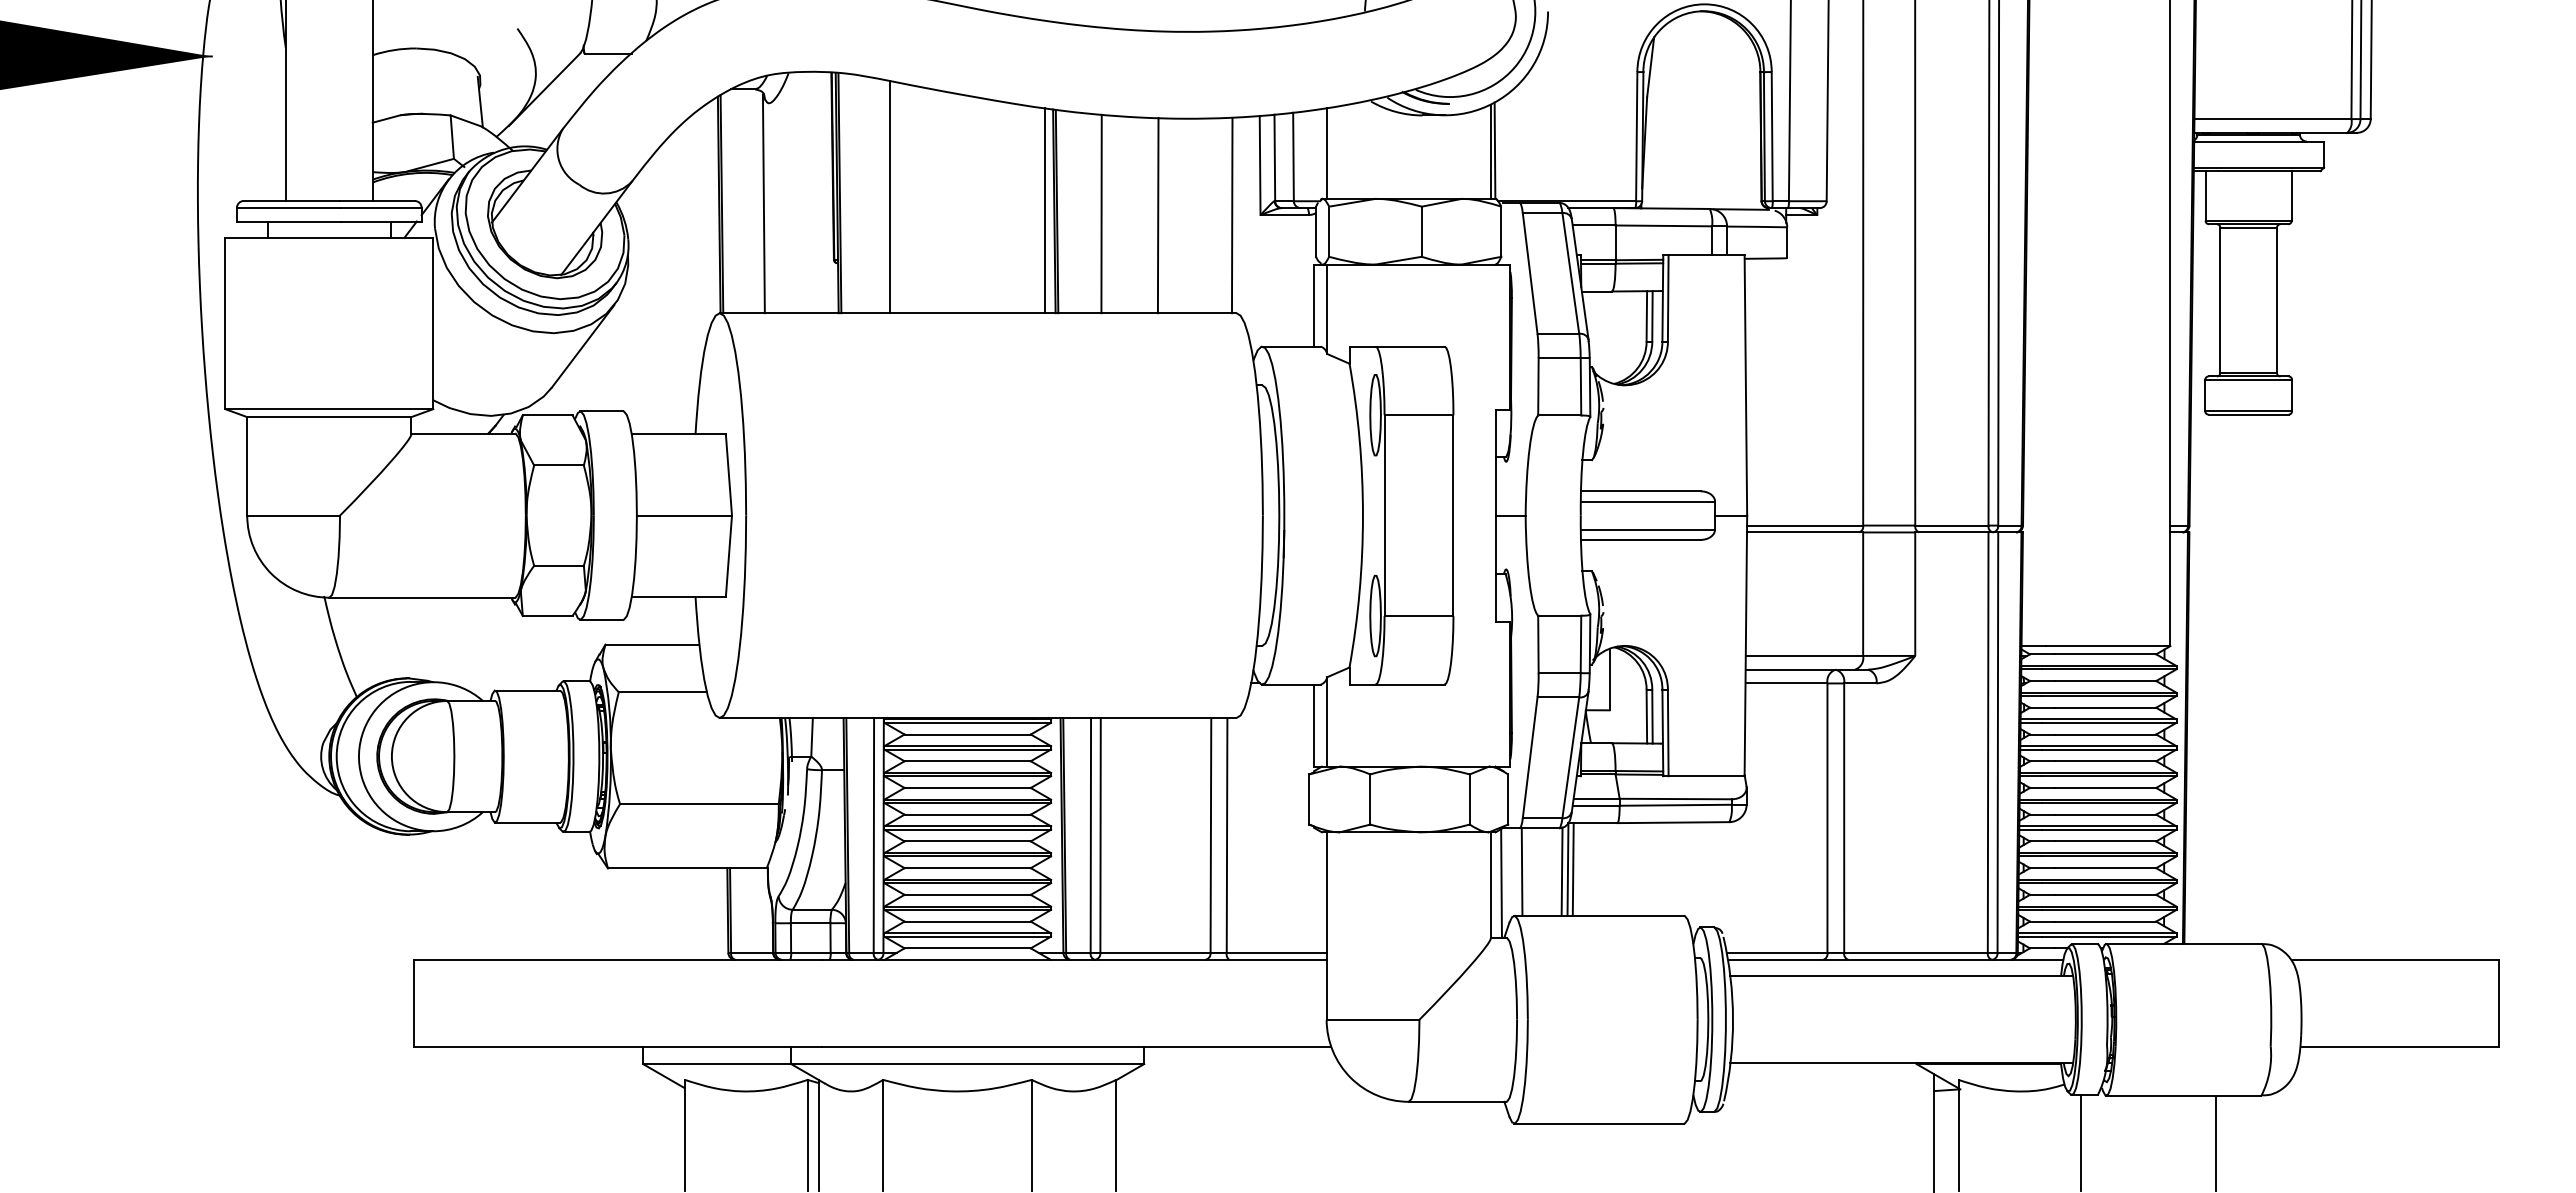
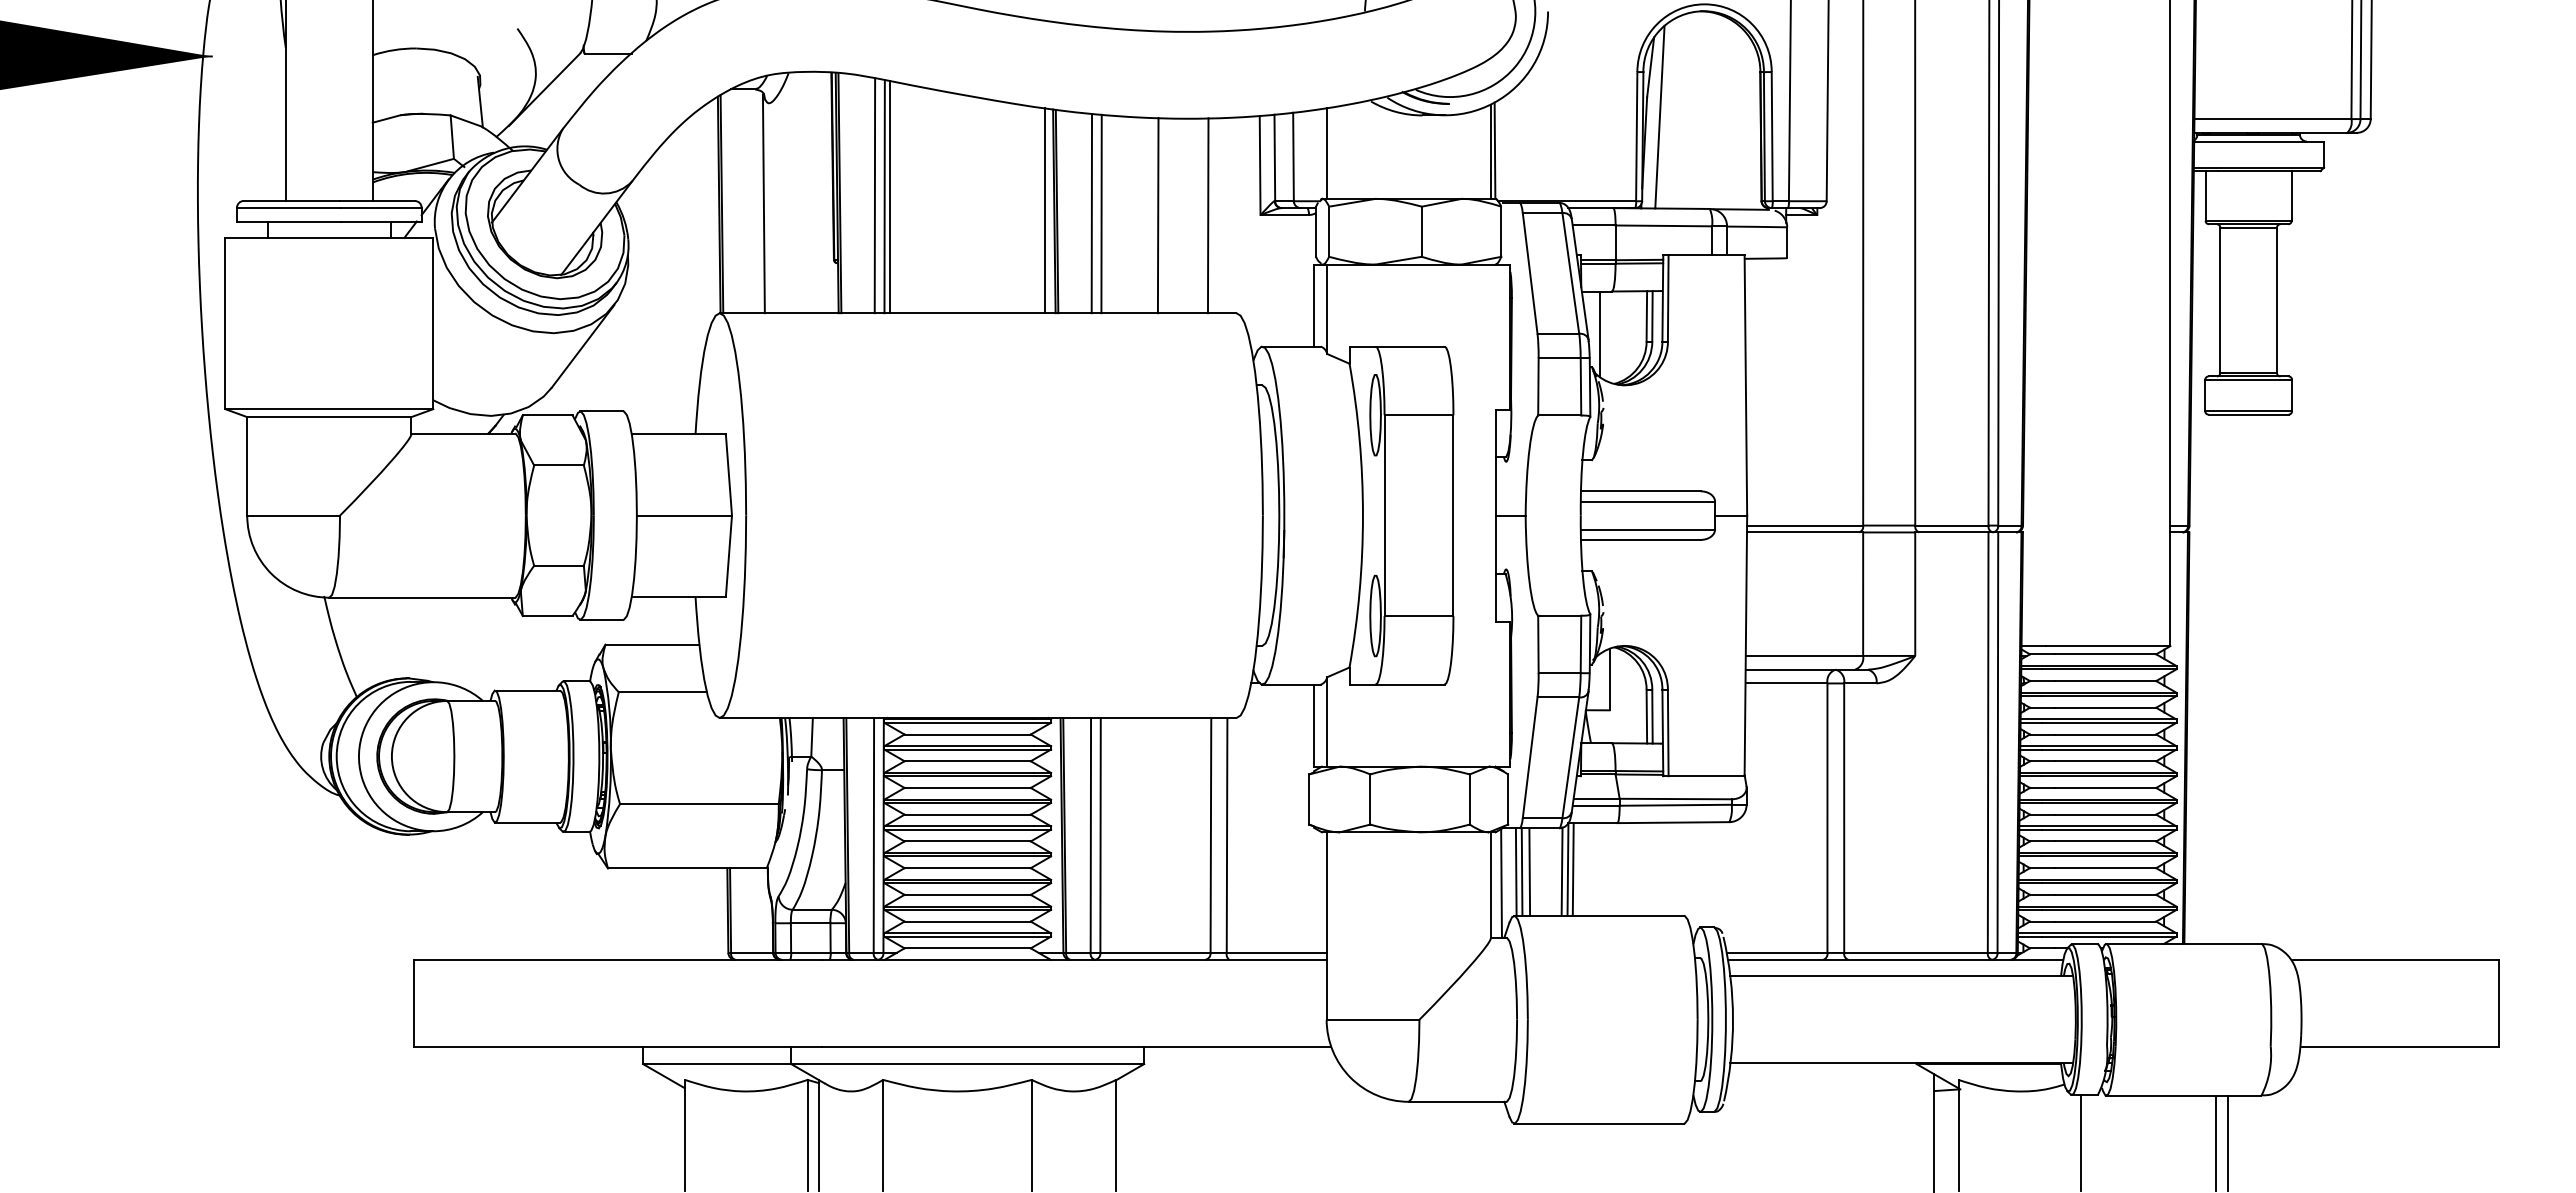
line at (1659, 116): none -> present
line at (874, 195): none -> present
line at (884, 196): none -> present
line at (1091, 213): none -> present
line at (1231, 215) position: (1231, 215) -> (1207, 215)
line at (1599, 334): none -> present
line at (1515, 871): none -> present
line at (1529, 871): none -> present
line at (2227, 1142): none -> present
